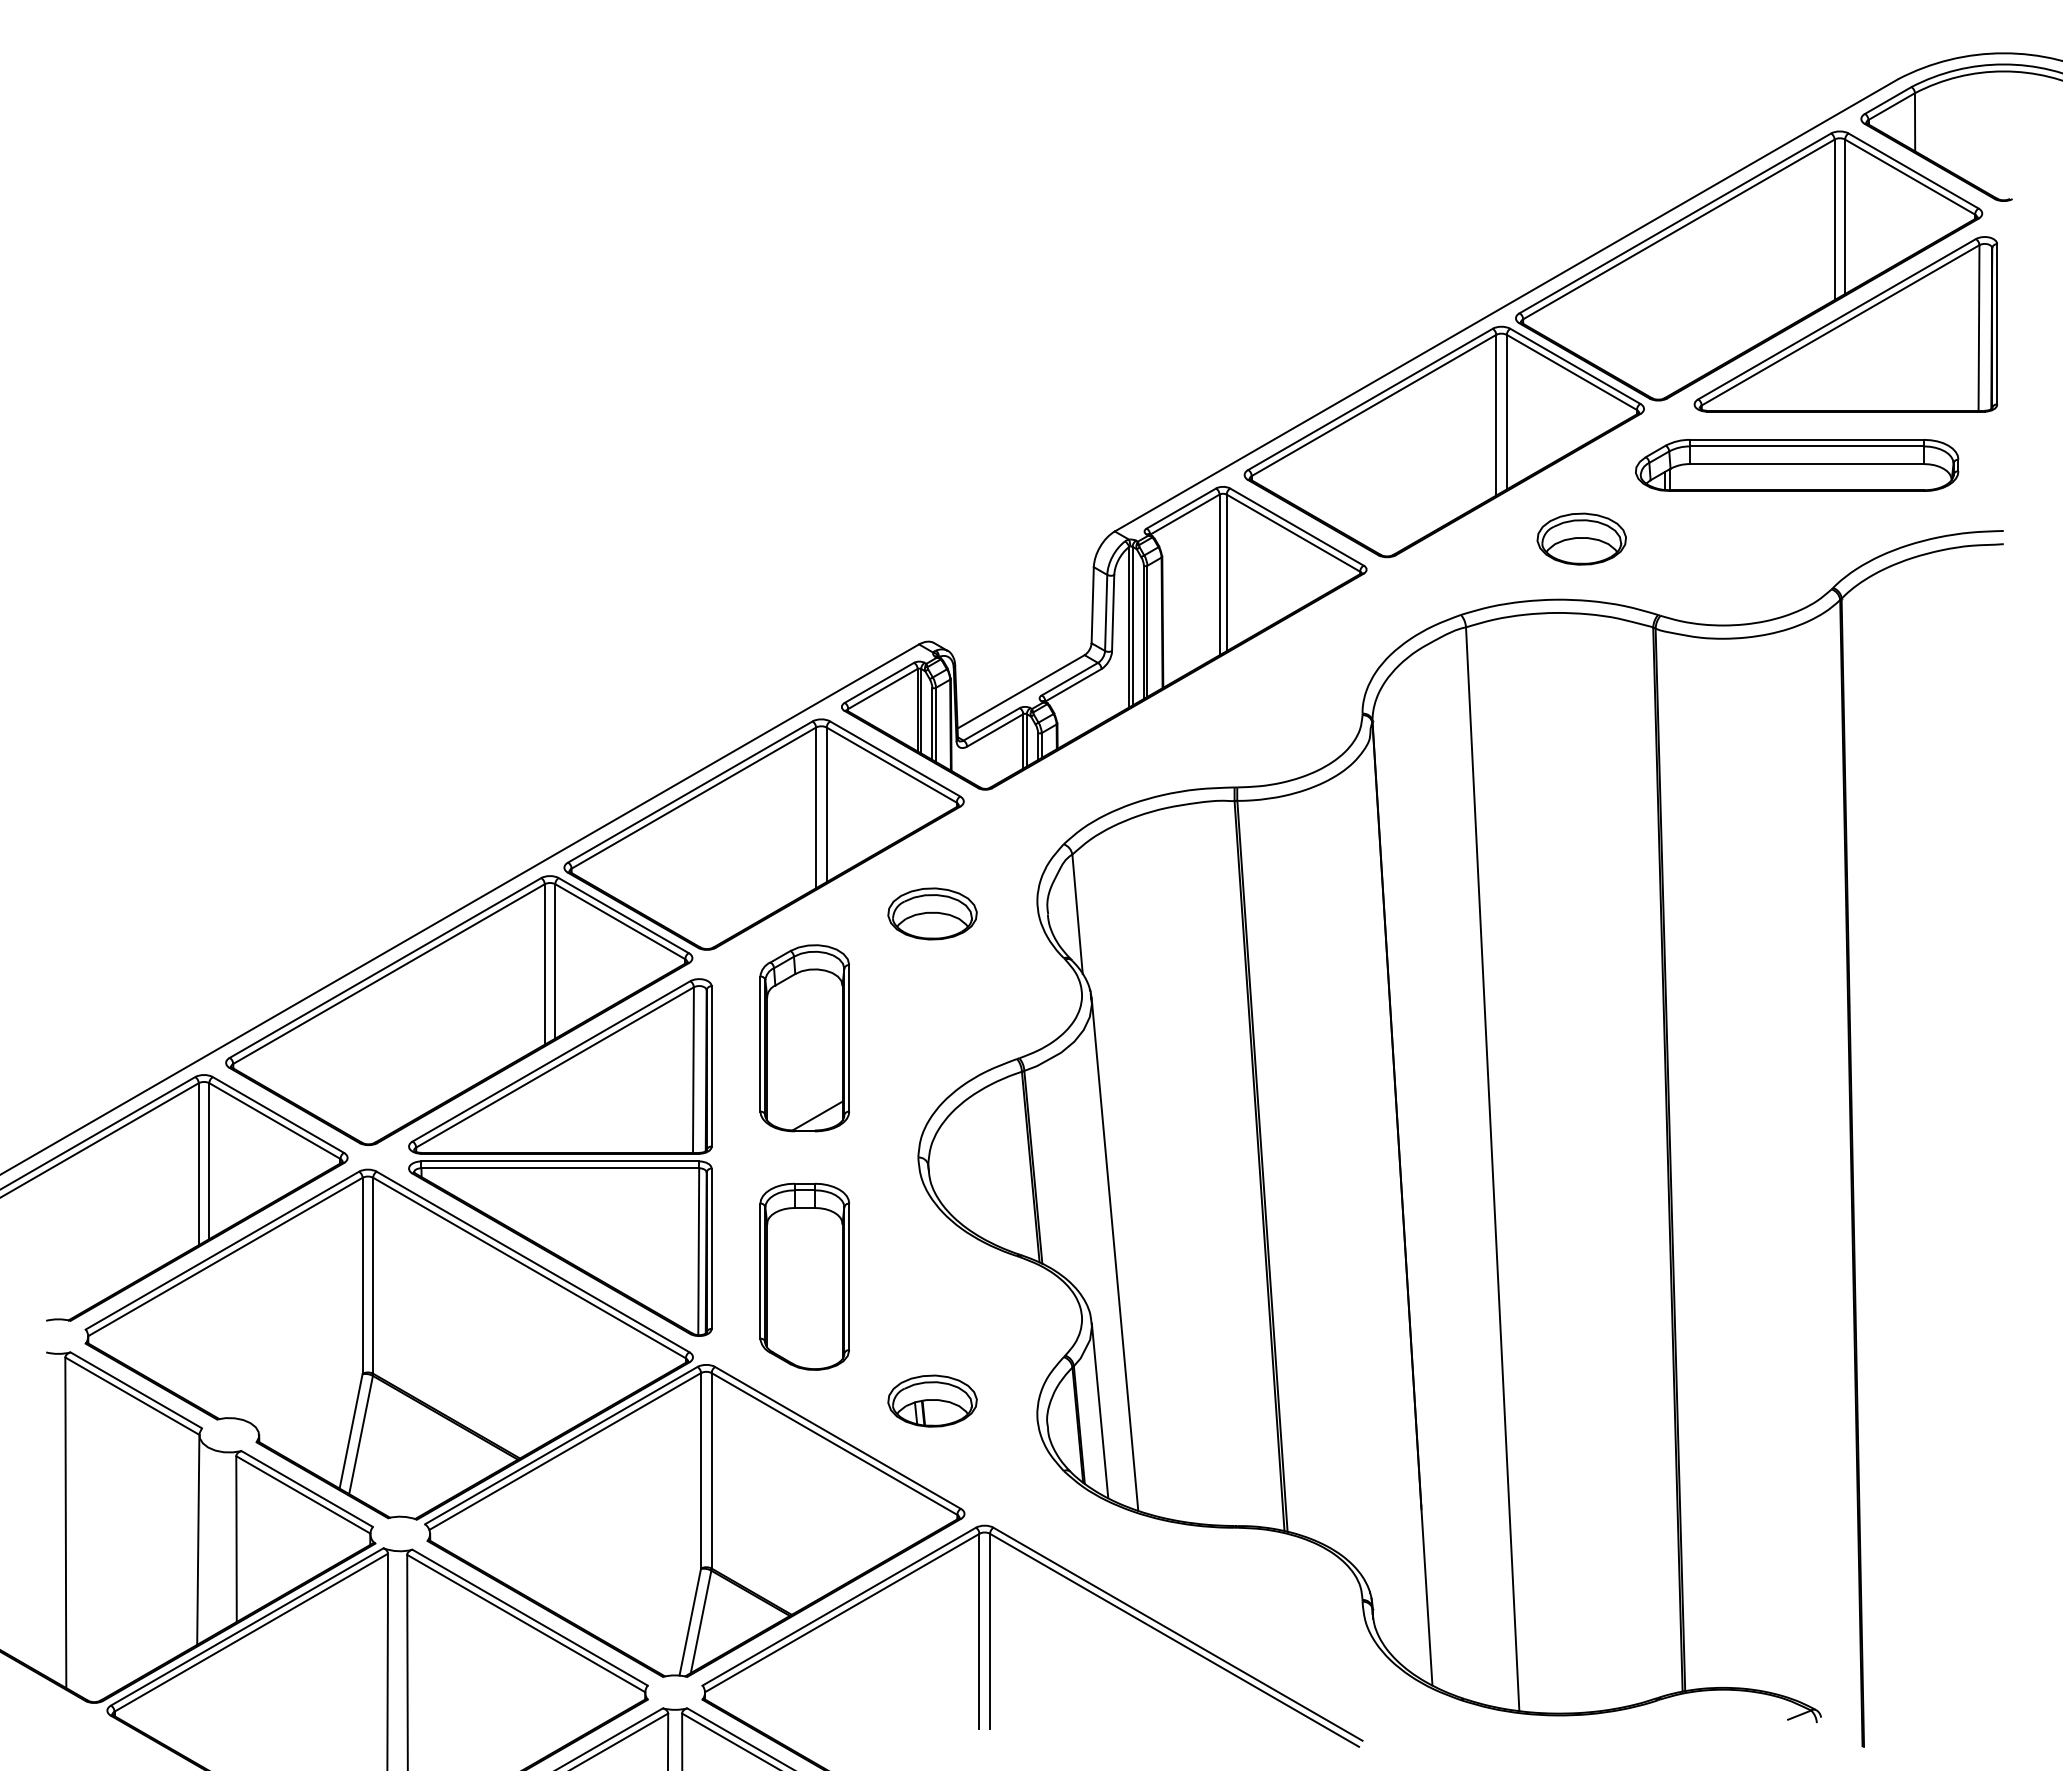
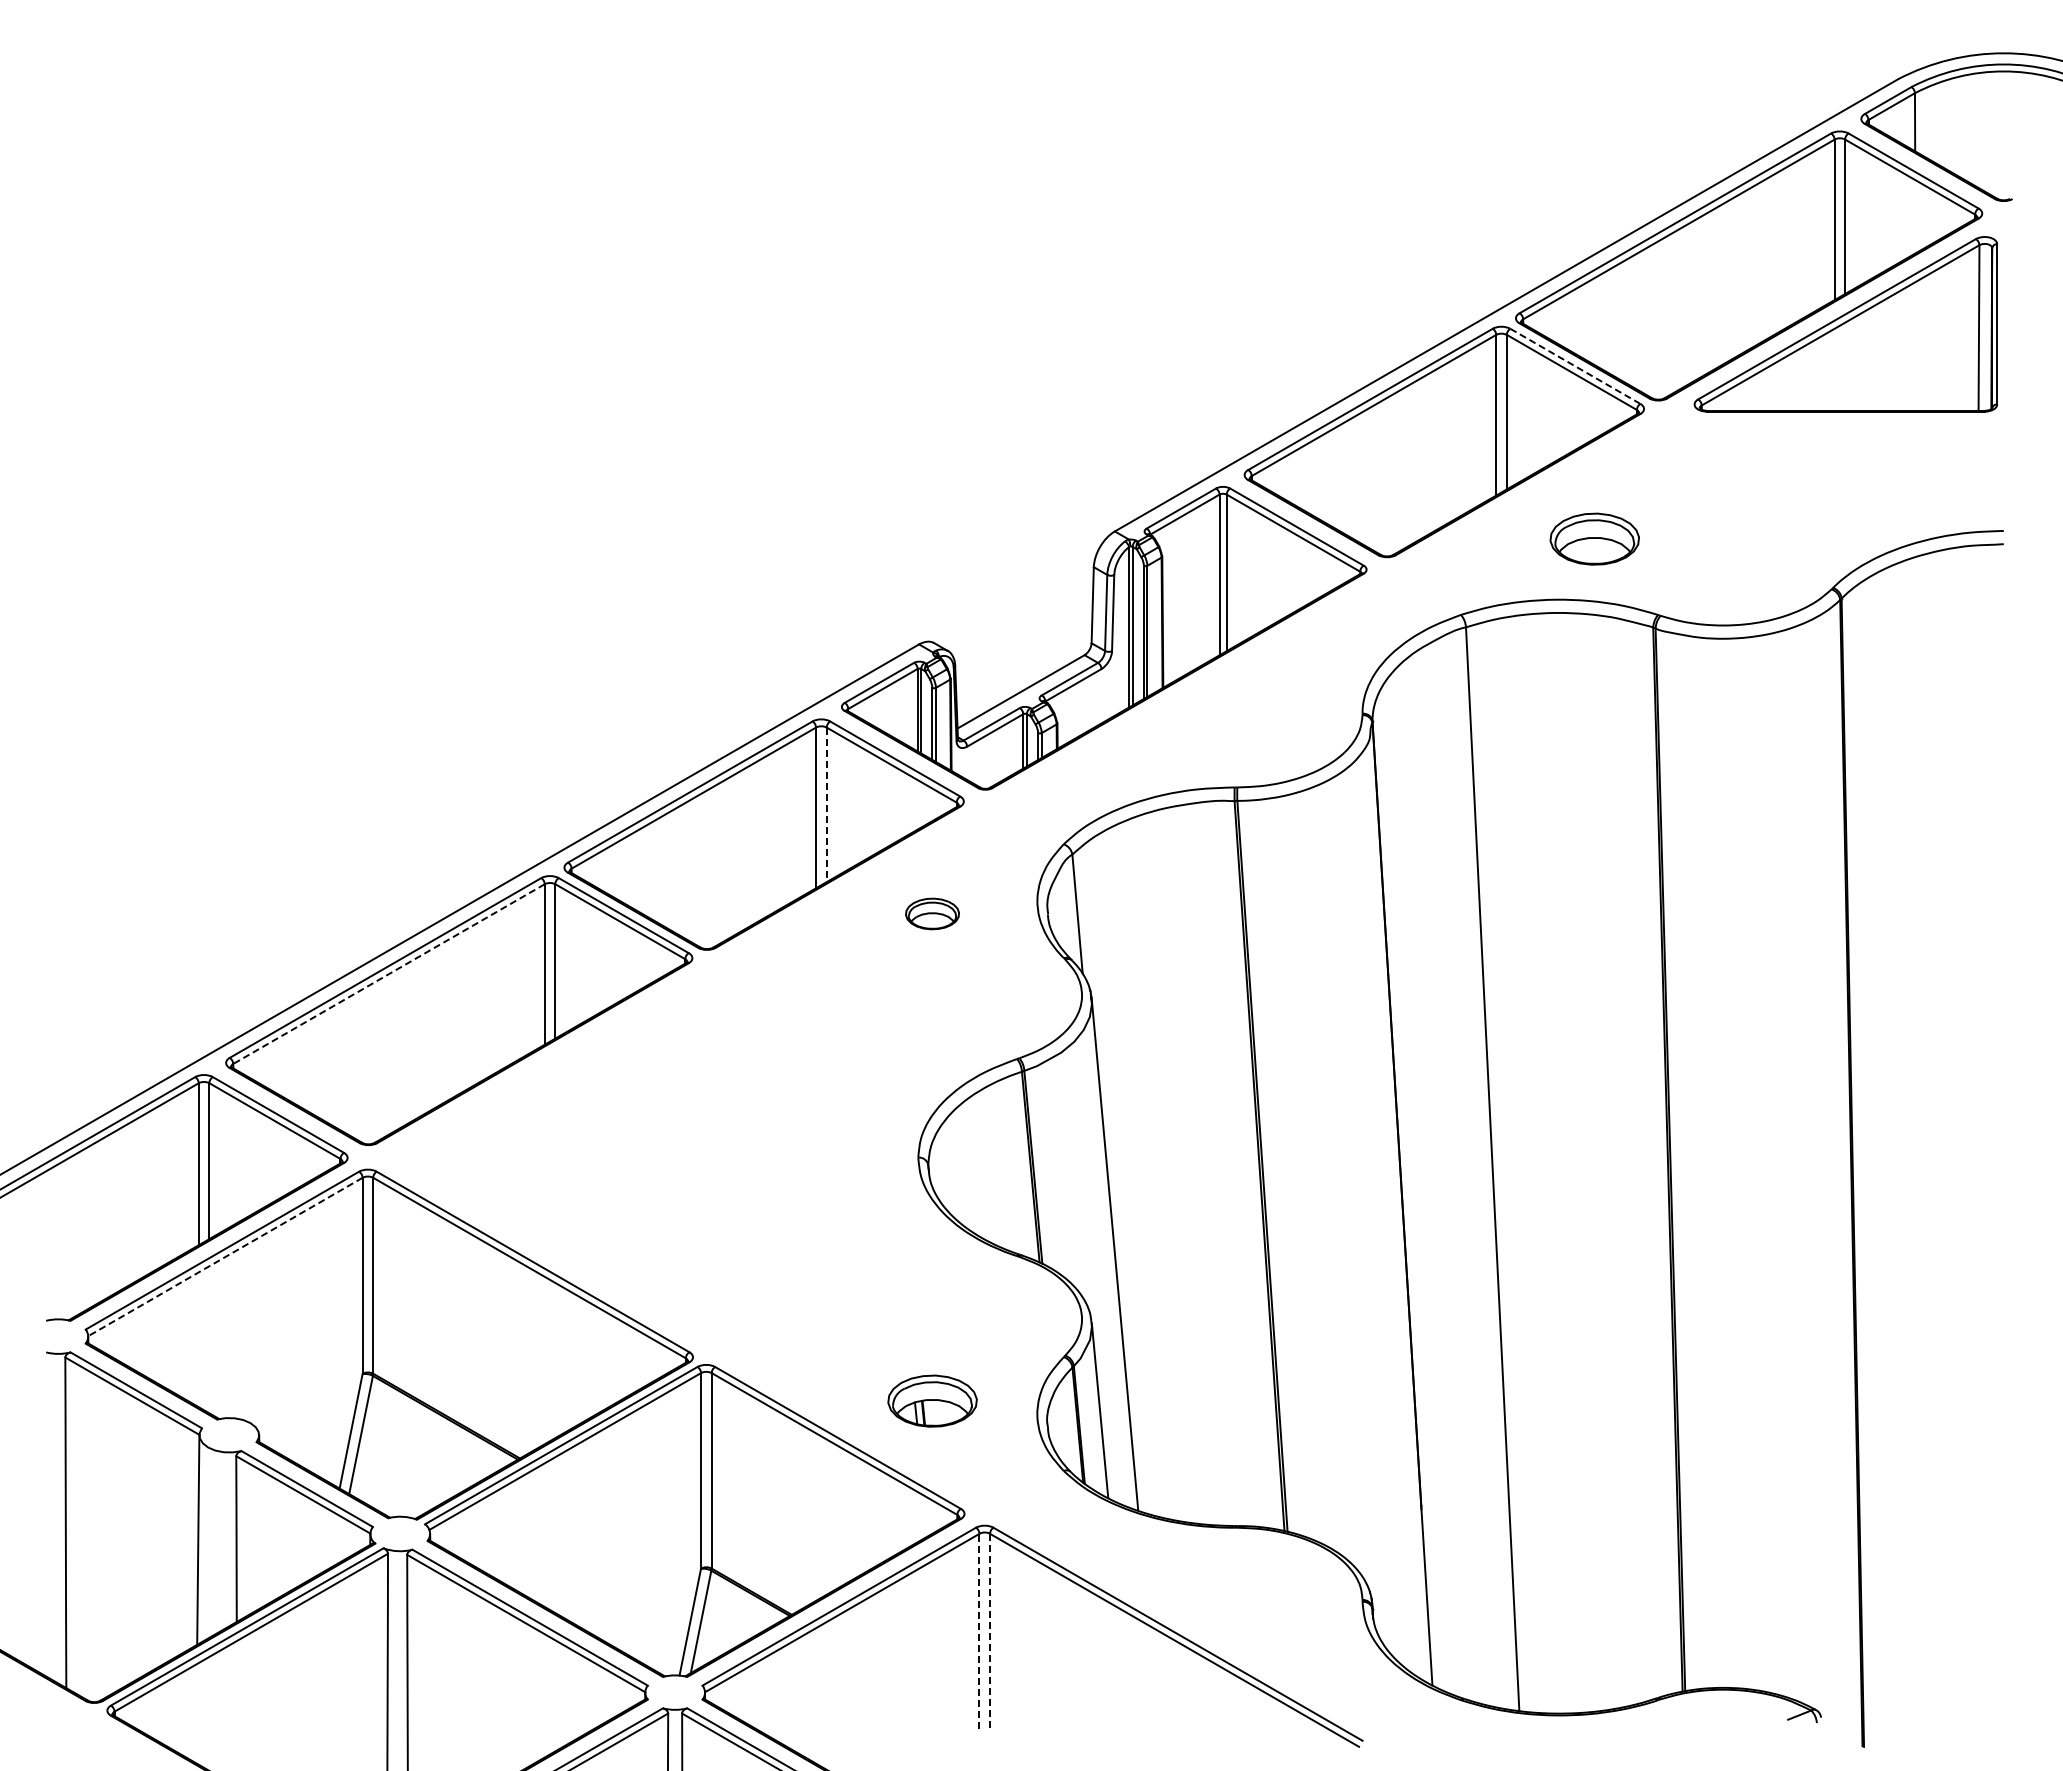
line at (1575, 366): solid -> dashed
part at (1797, 465): present -> none
part at (1581, 538) position: (1581, 538) -> (1594, 538)
line at (826, 805): solid -> dashed
part at (932, 913) size: 91x54 px -> 55x34 px
line at (389, 974): solid -> dashed
part at (804, 1038): present -> none
part at (560, 1157): present -> none
line at (225, 1257): solid -> dashed
part at (804, 1276): present -> none
line at (979, 1631): solid -> dashed
line at (990, 1631): solid -> dashed
